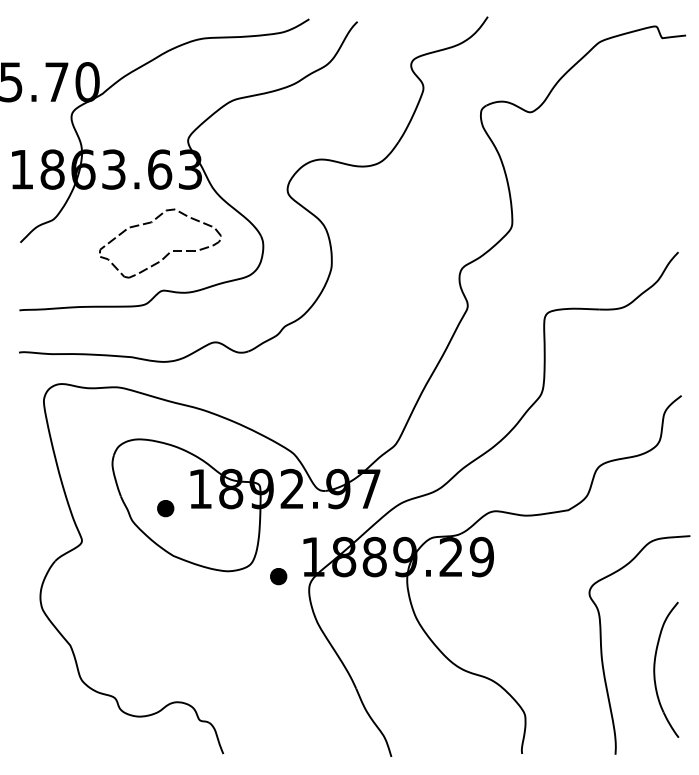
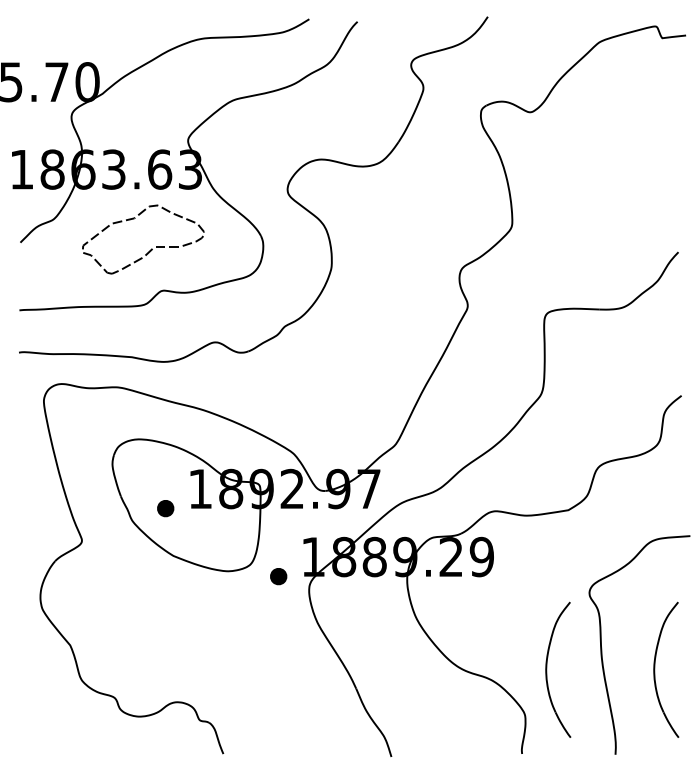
part at (168, 252) position: (168, 252) -> (151, 248)
part at (547, 669): none -> present
